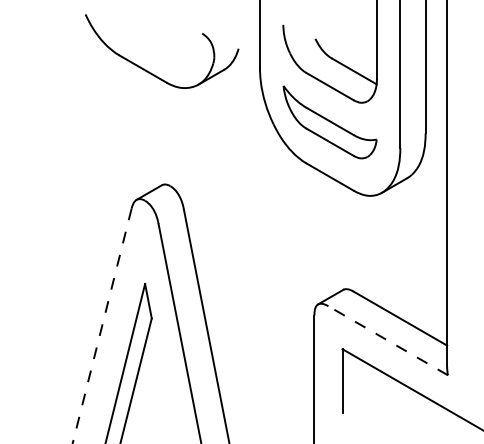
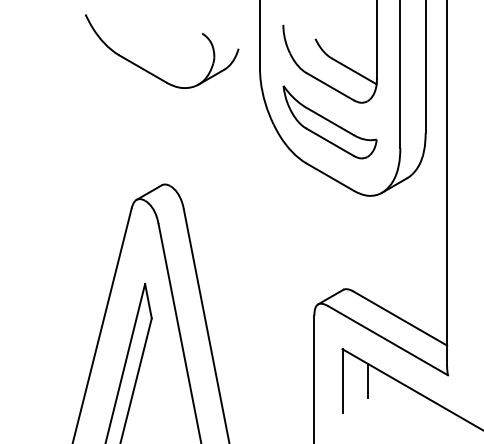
line at (101, 326): dashed -> solid
line at (387, 340): dashed -> solid
line at (367, 380): none -> present
